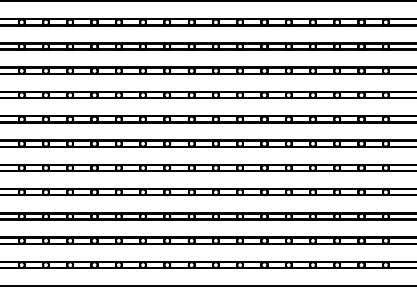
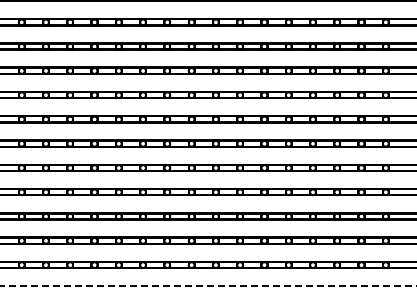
line at (208, 285): solid -> dashed
